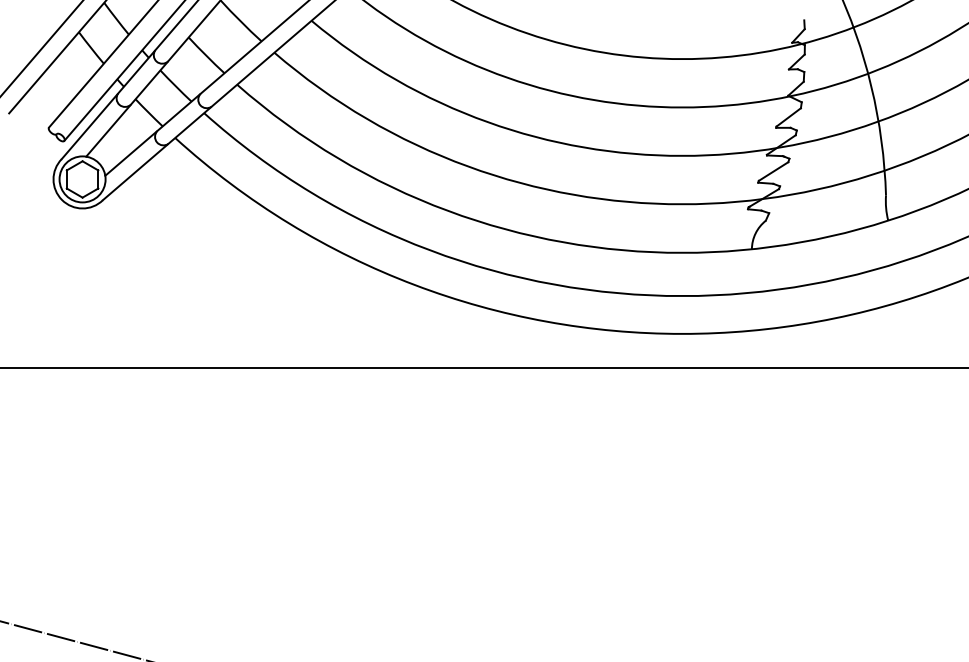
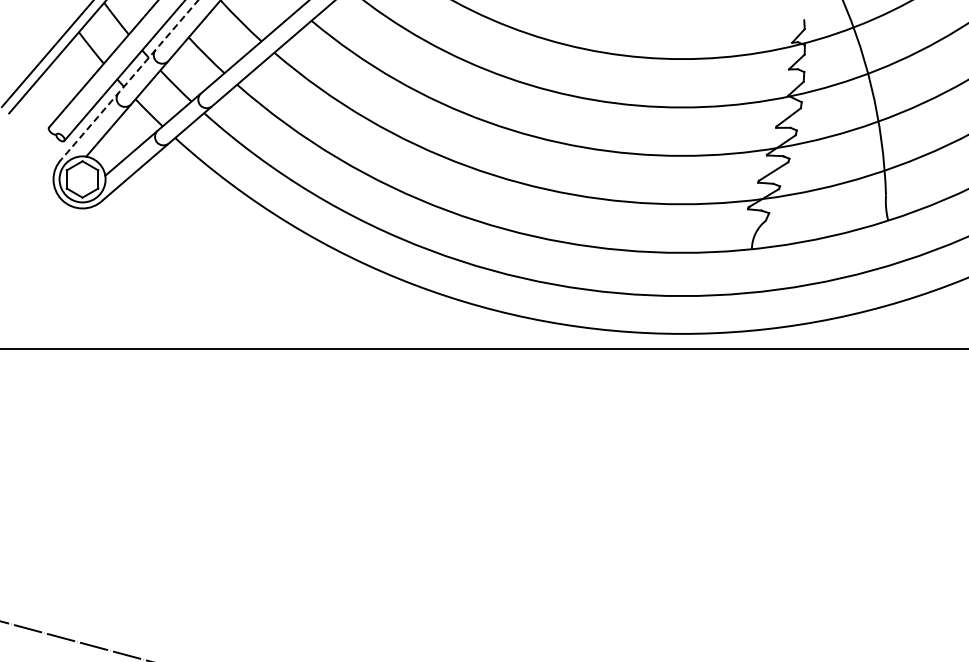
line at (41, 48) position: (41, 48) -> (47, 54)
line at (129, 80): solid -> dashed
line at (483, 367) position: (483, 367) -> (483, 348)
